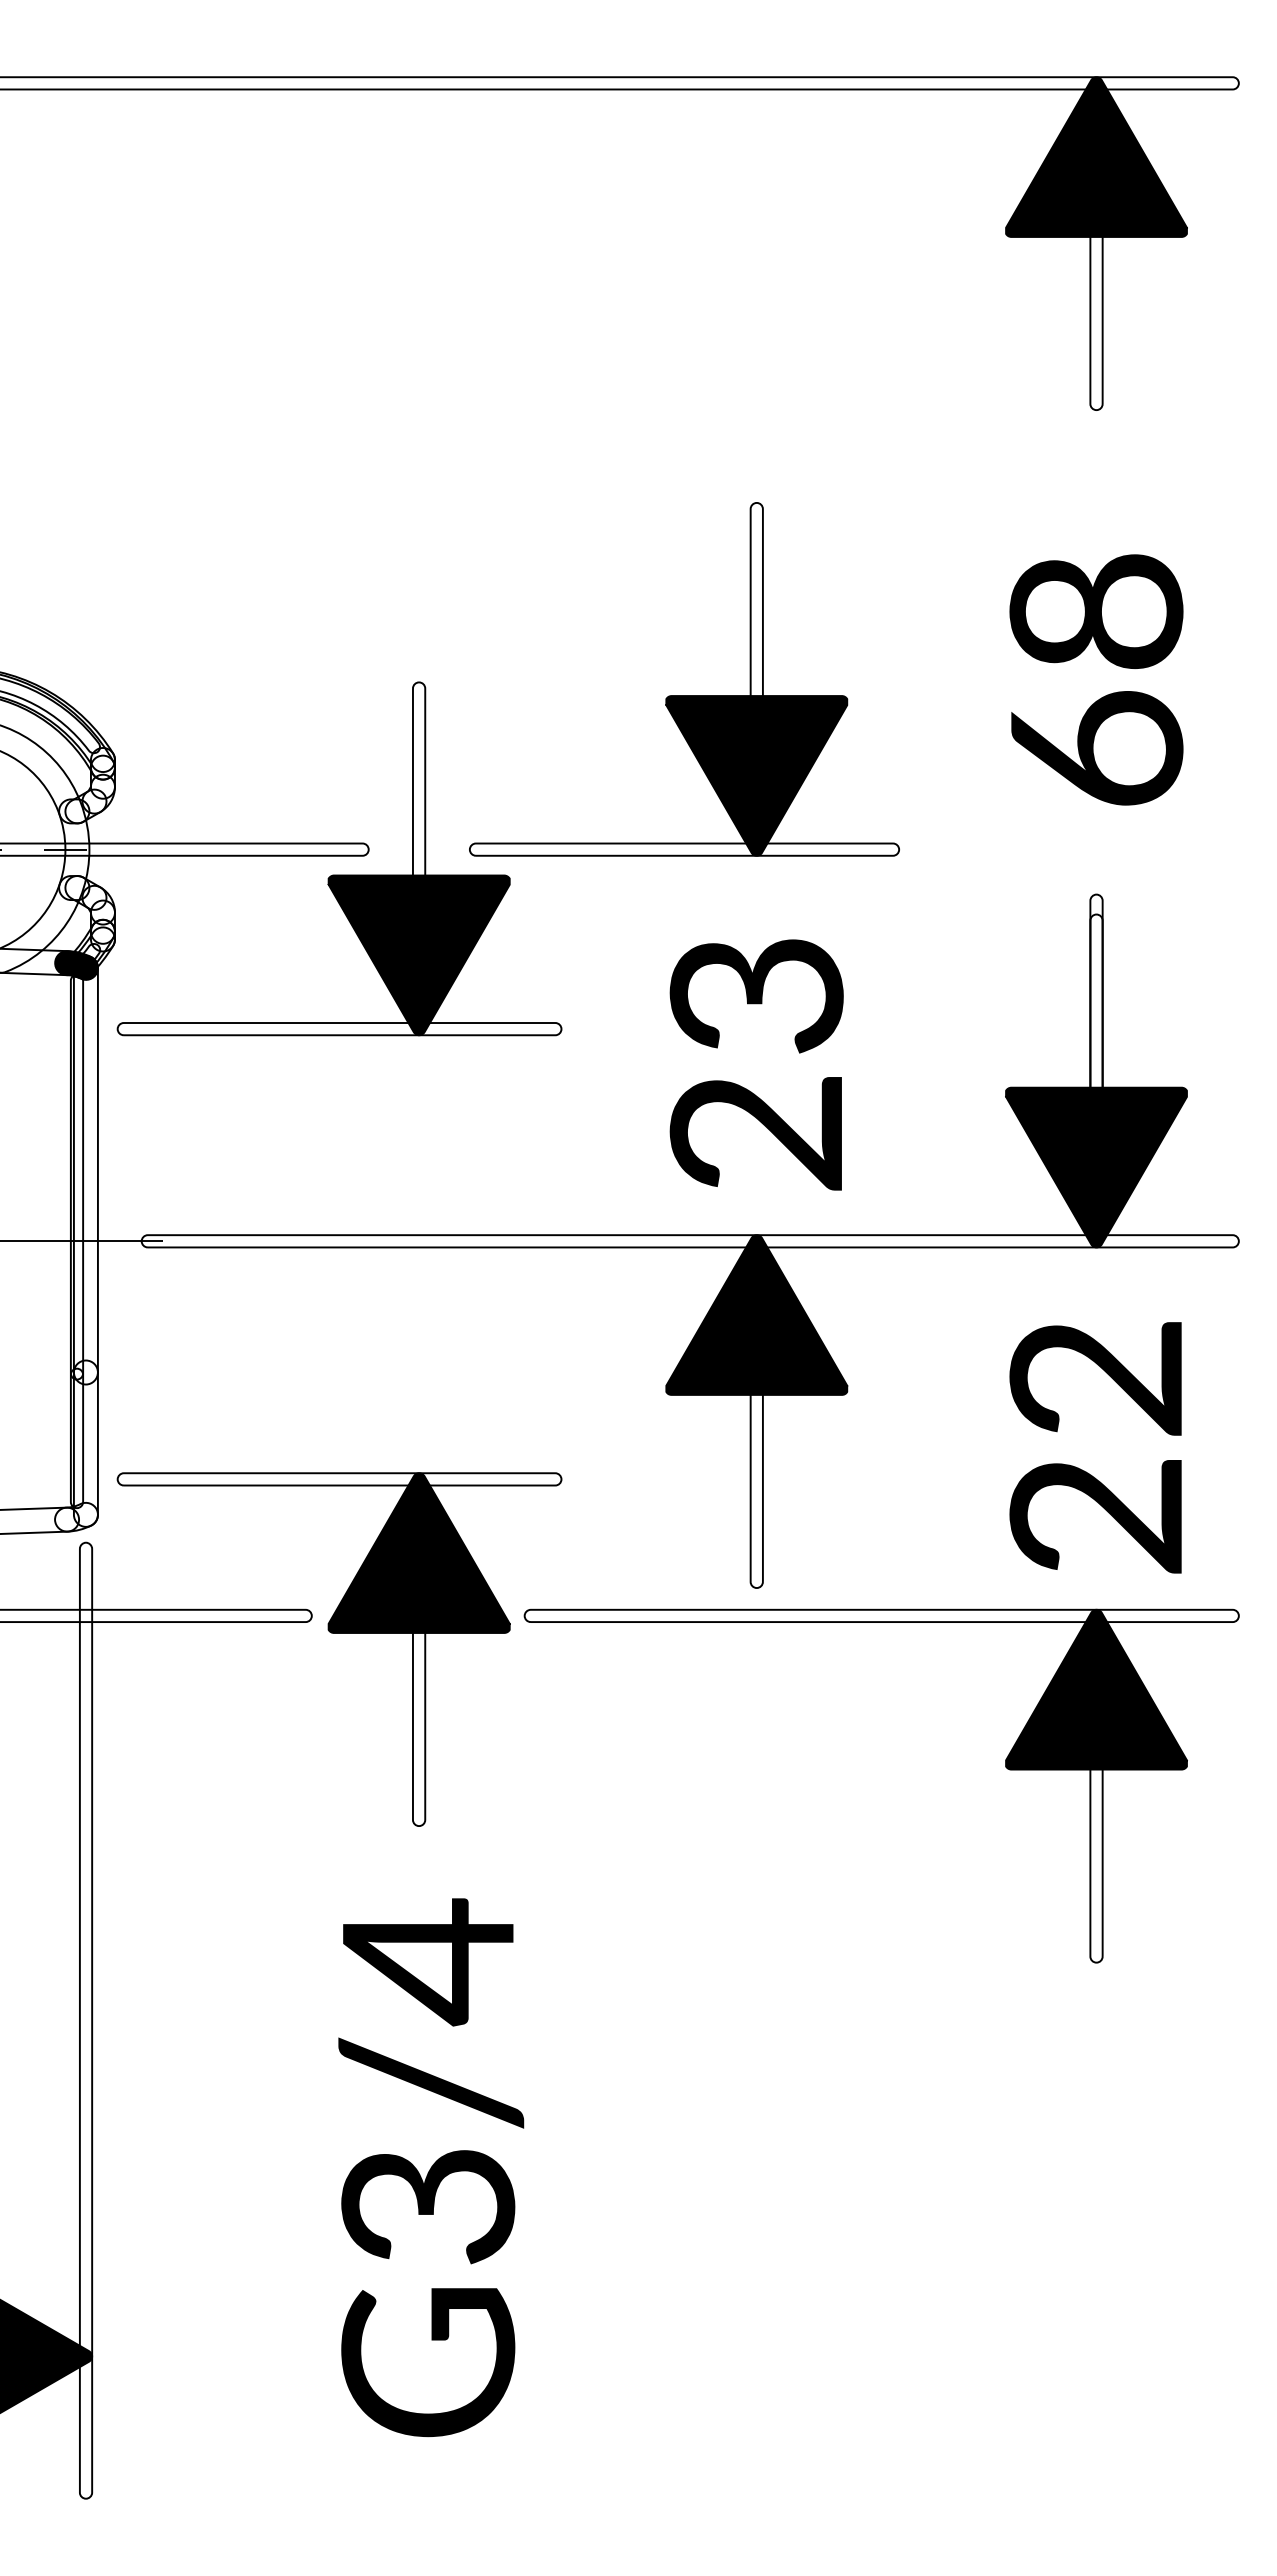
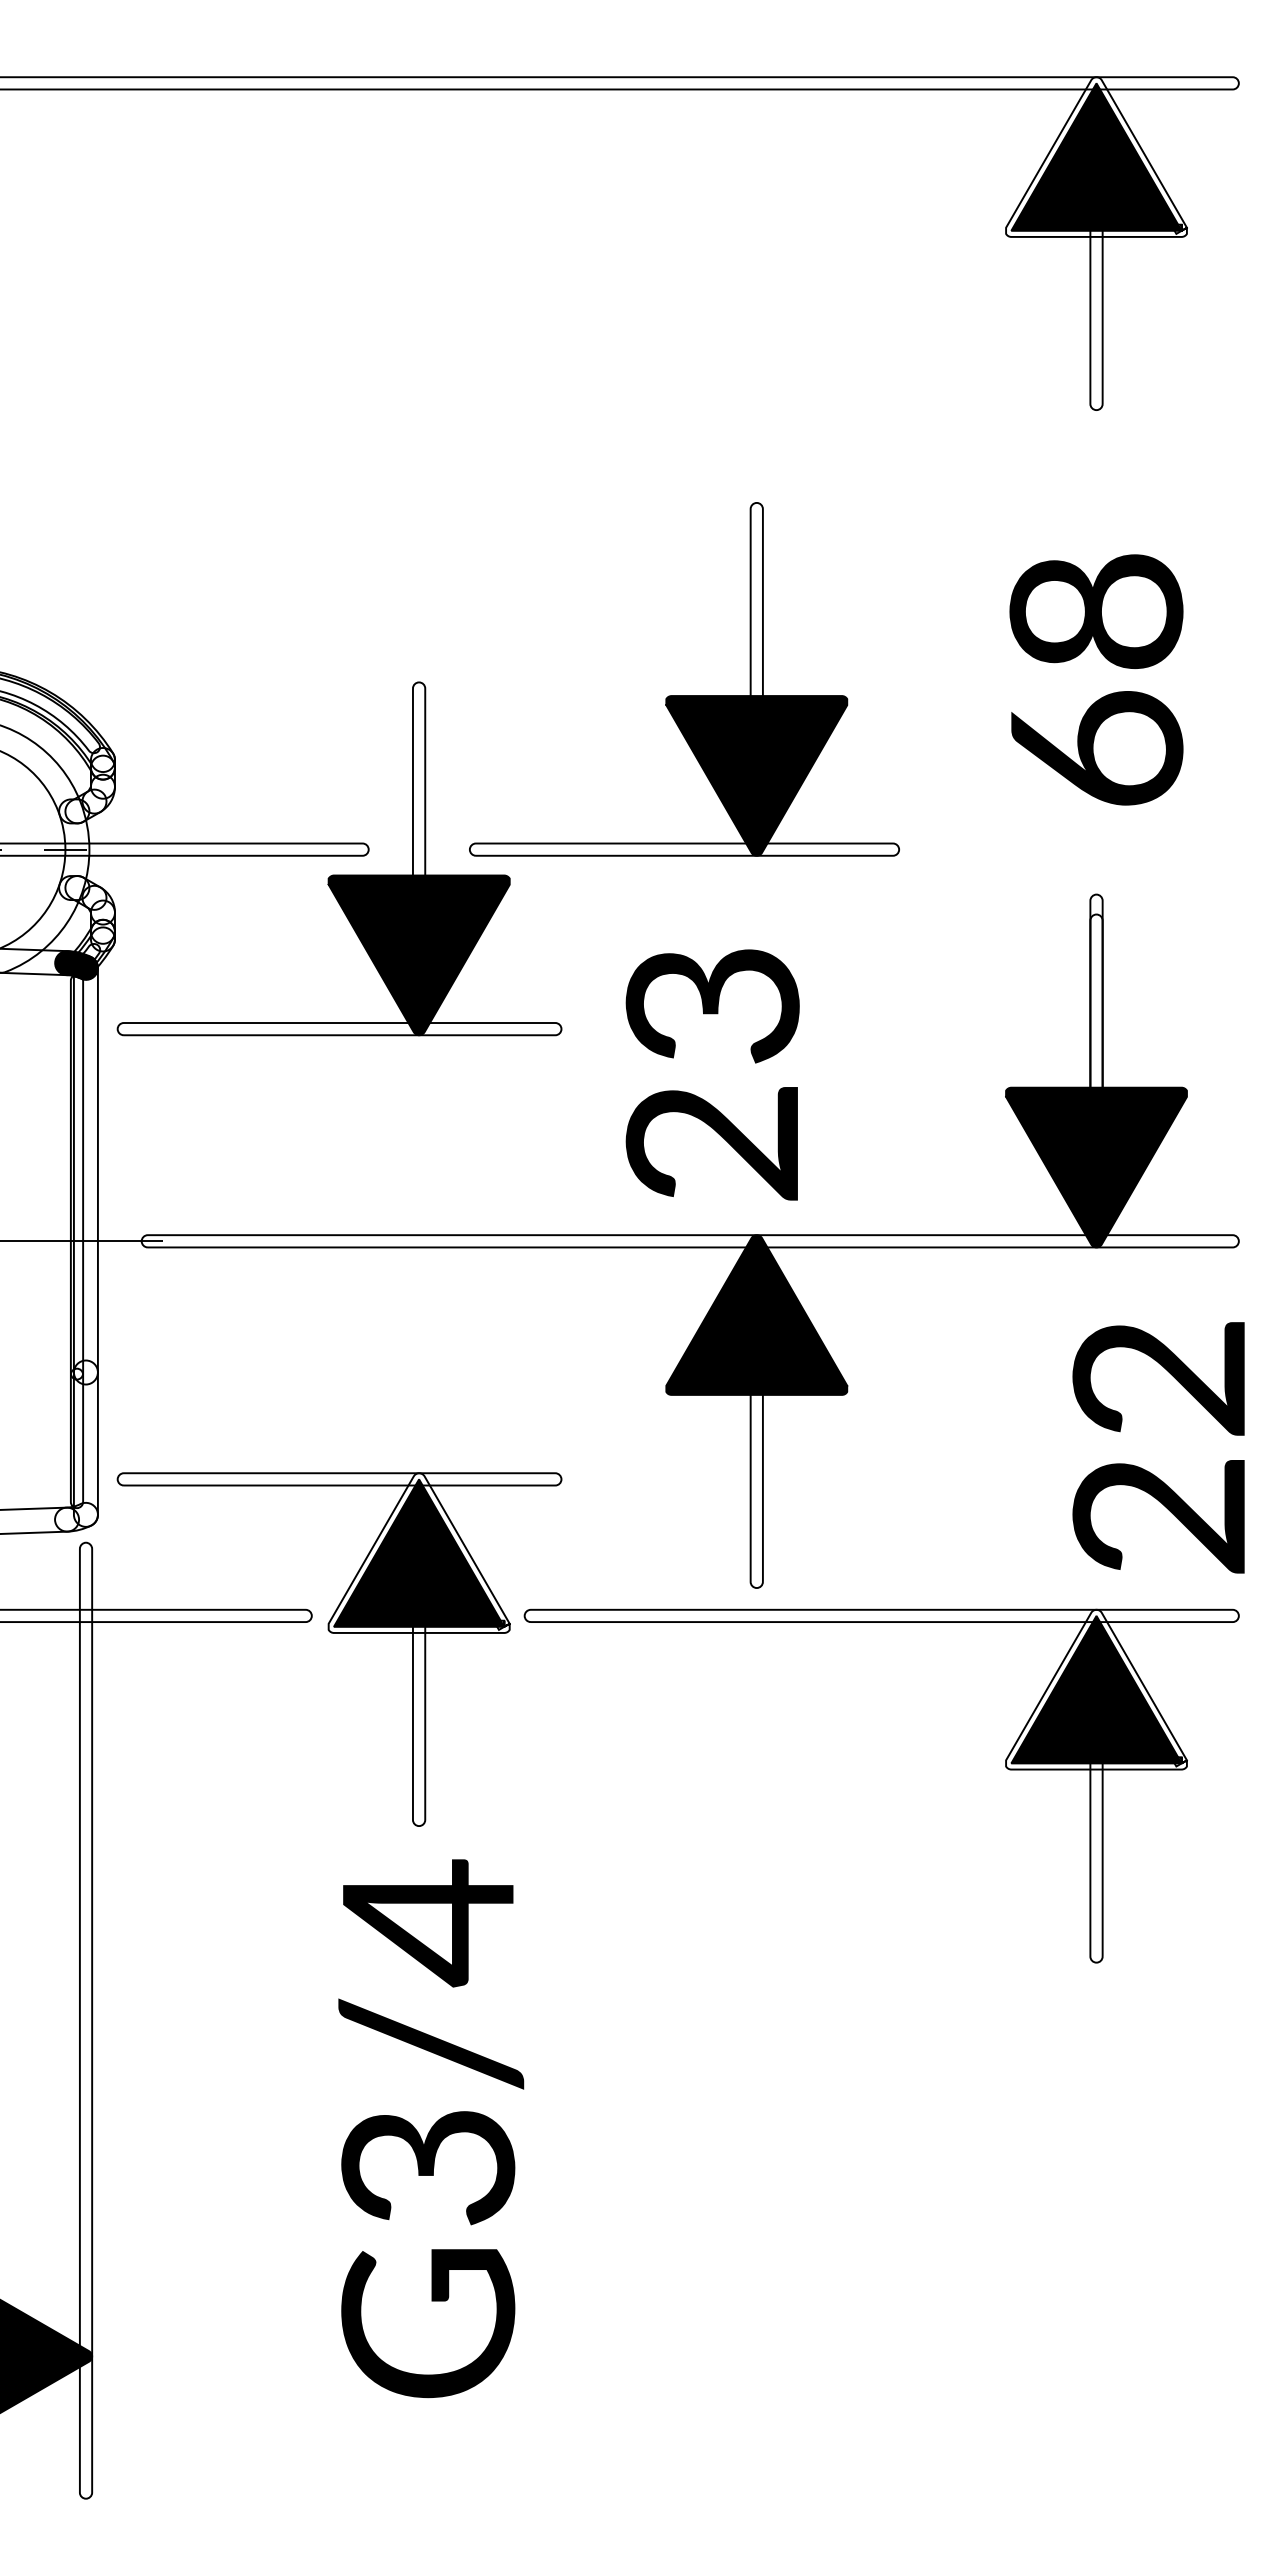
fill at (1096, 156): present -> none
text at (756, 1064) position: (756, 1064) -> (712, 1074)
text at (1095, 1447) position: (1095, 1447) -> (1158, 1447)
fill at (418, 1552): present -> none
fill at (1096, 1689): present -> none
text at (431, 2167) position: (431, 2167) -> (431, 2128)
